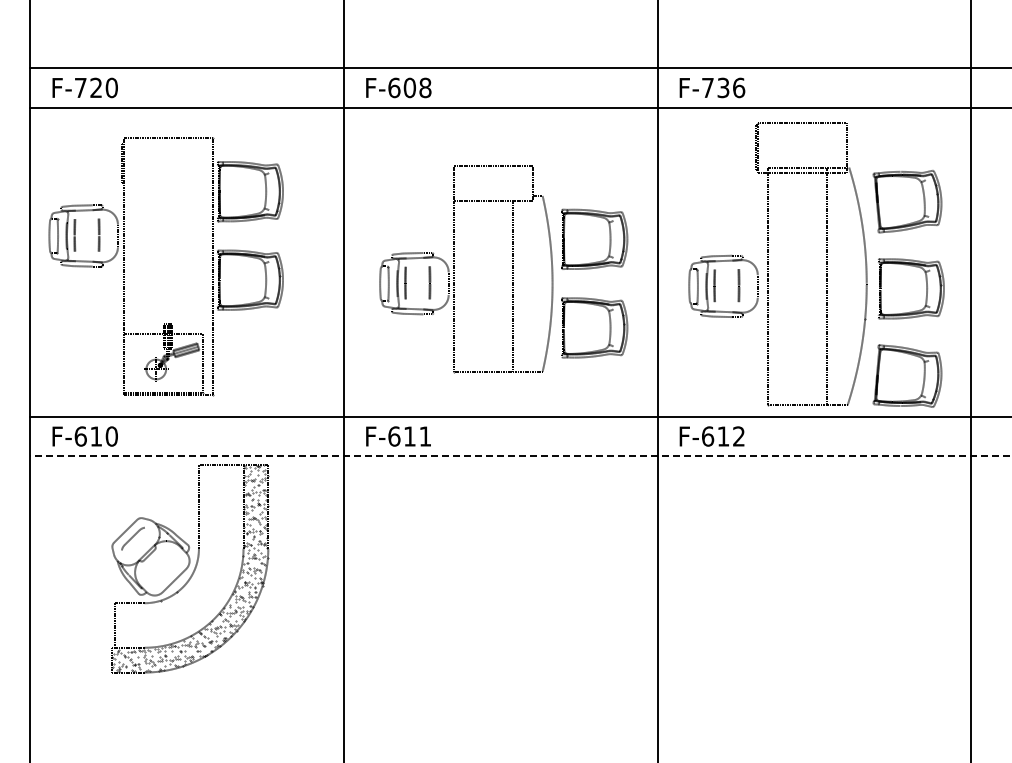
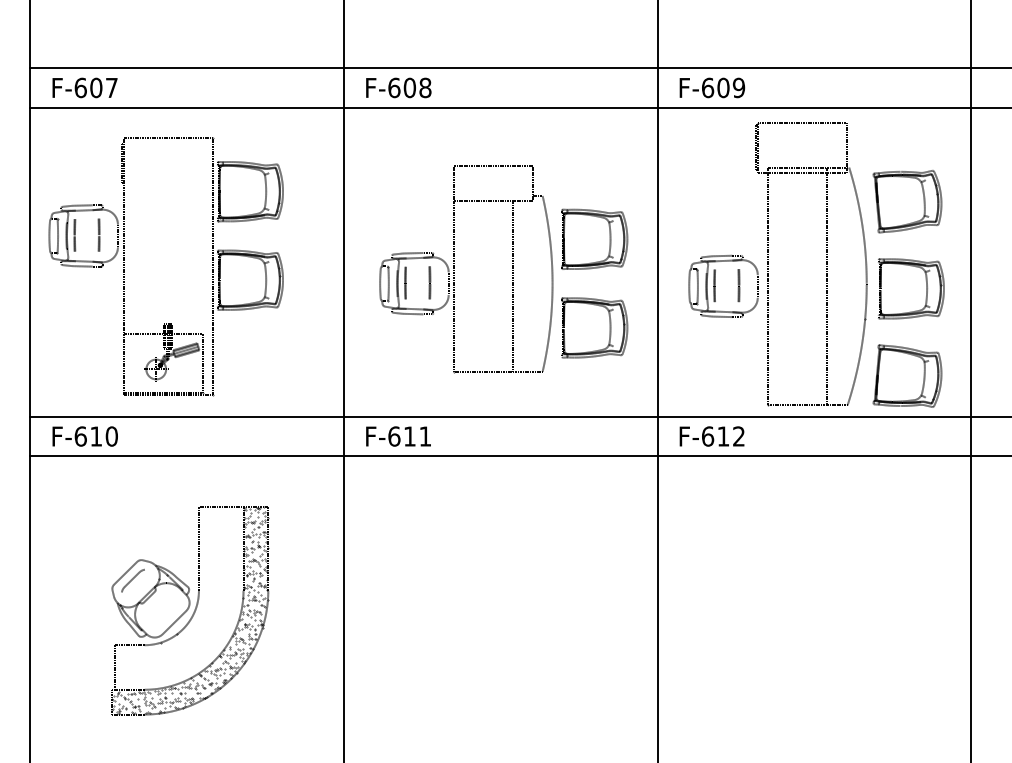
text at (95, 87): F-720 -> F-607
text at (723, 87): F-736 -> F-609
line at (520, 456): dashed -> solid
part at (190, 568) position: (190, 568) -> (190, 610)
